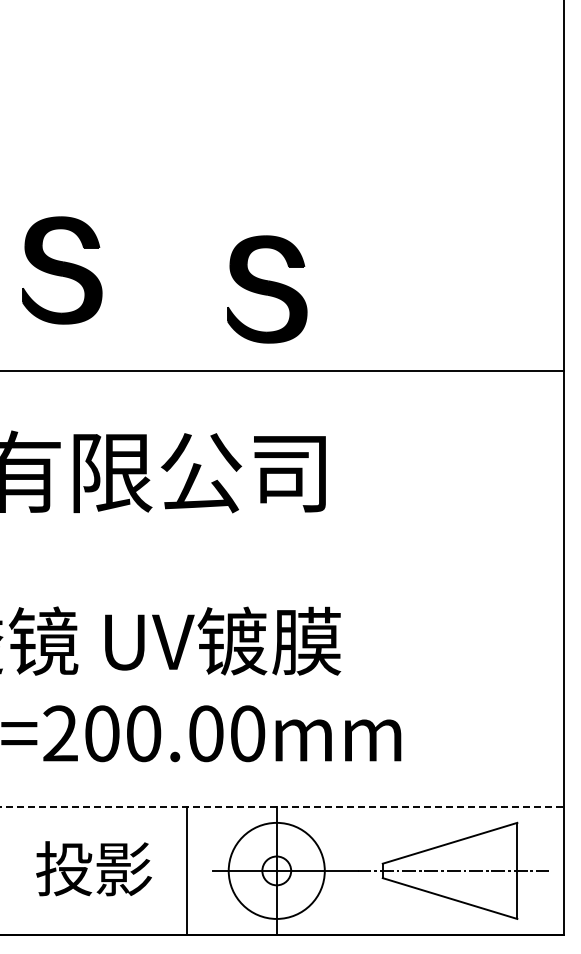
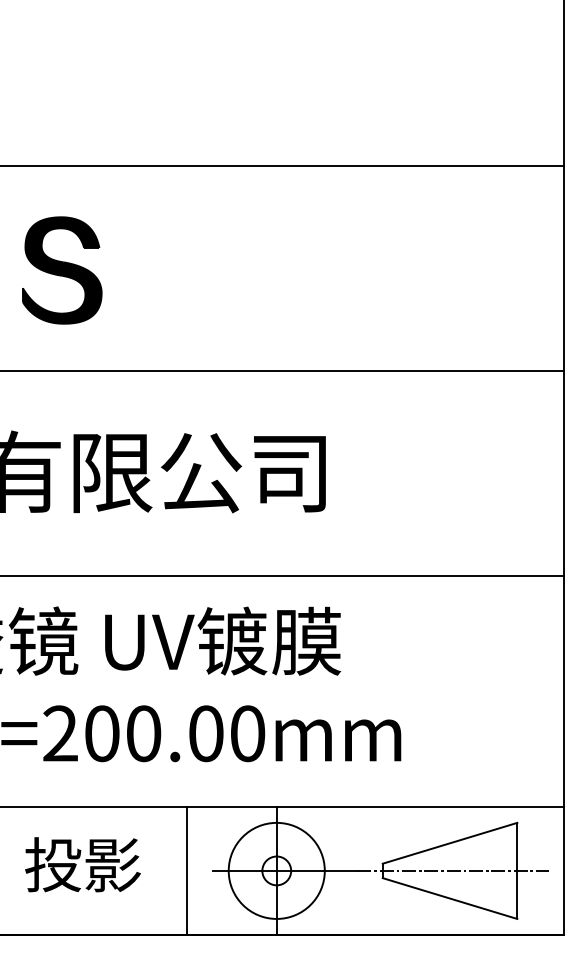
line at (283, 166): none -> present
part at (267, 289): present -> none
line at (283, 576): none -> present
line at (282, 806): dashed -> solid
text at (93, 868) position: (93, 868) -> (82, 864)
